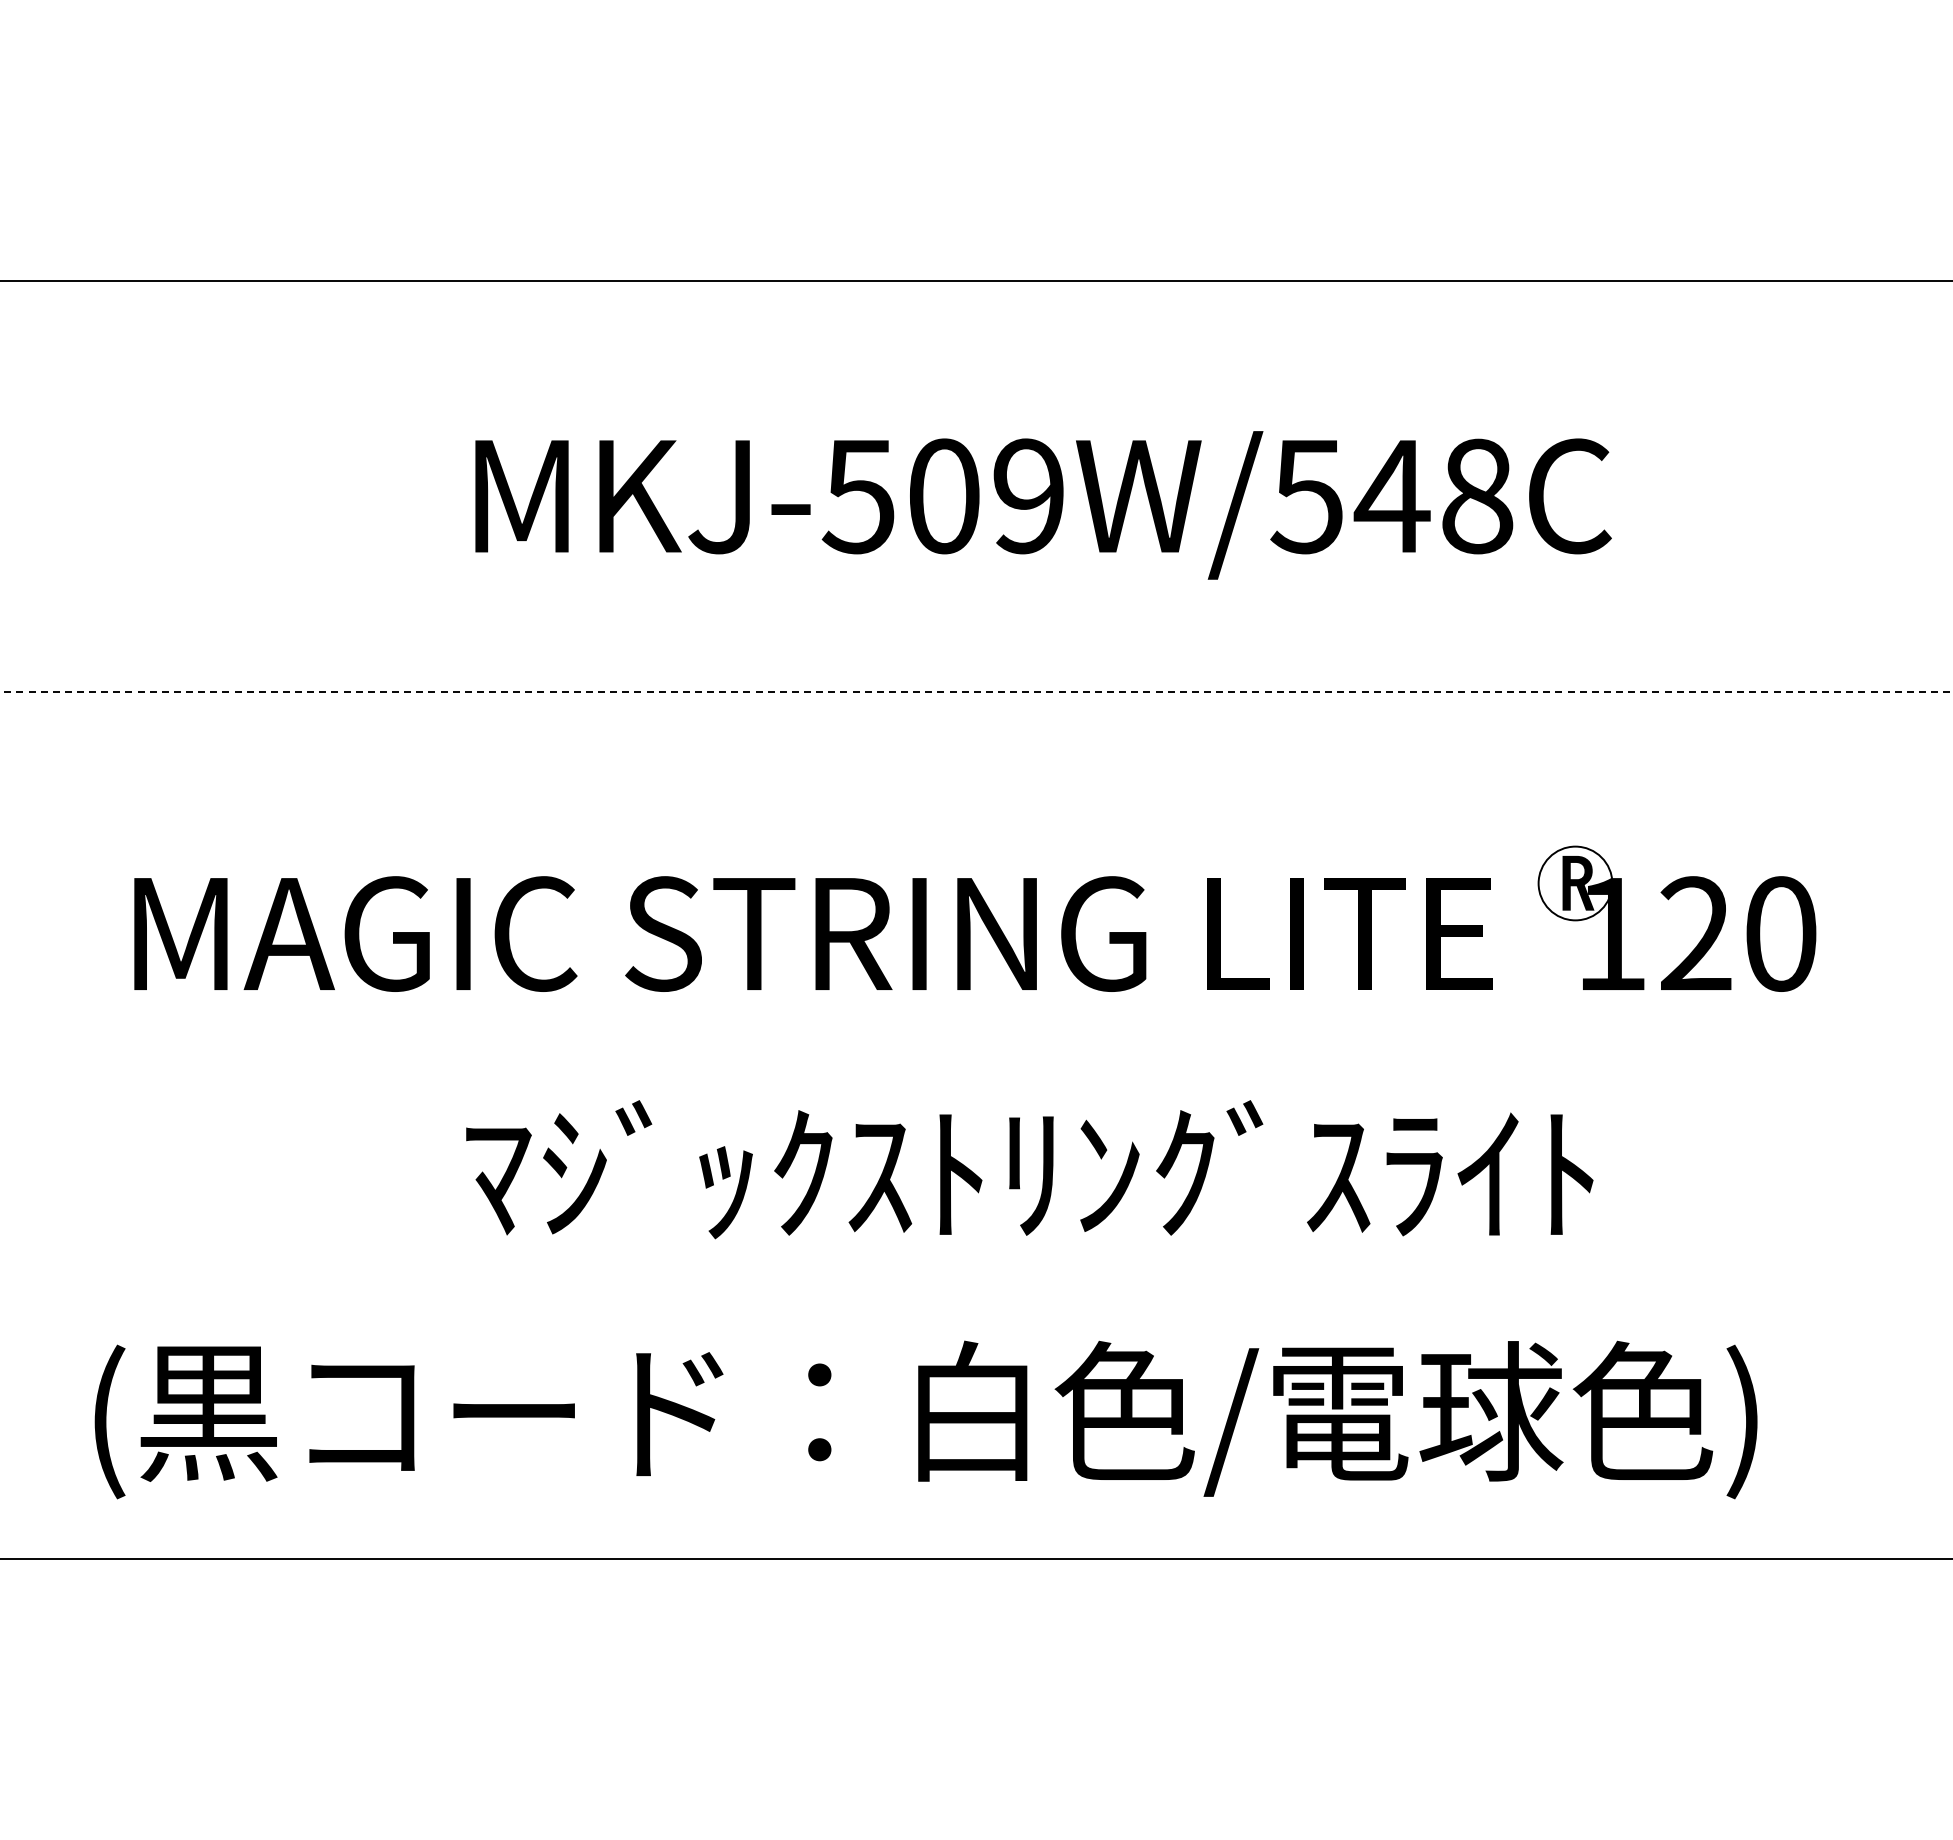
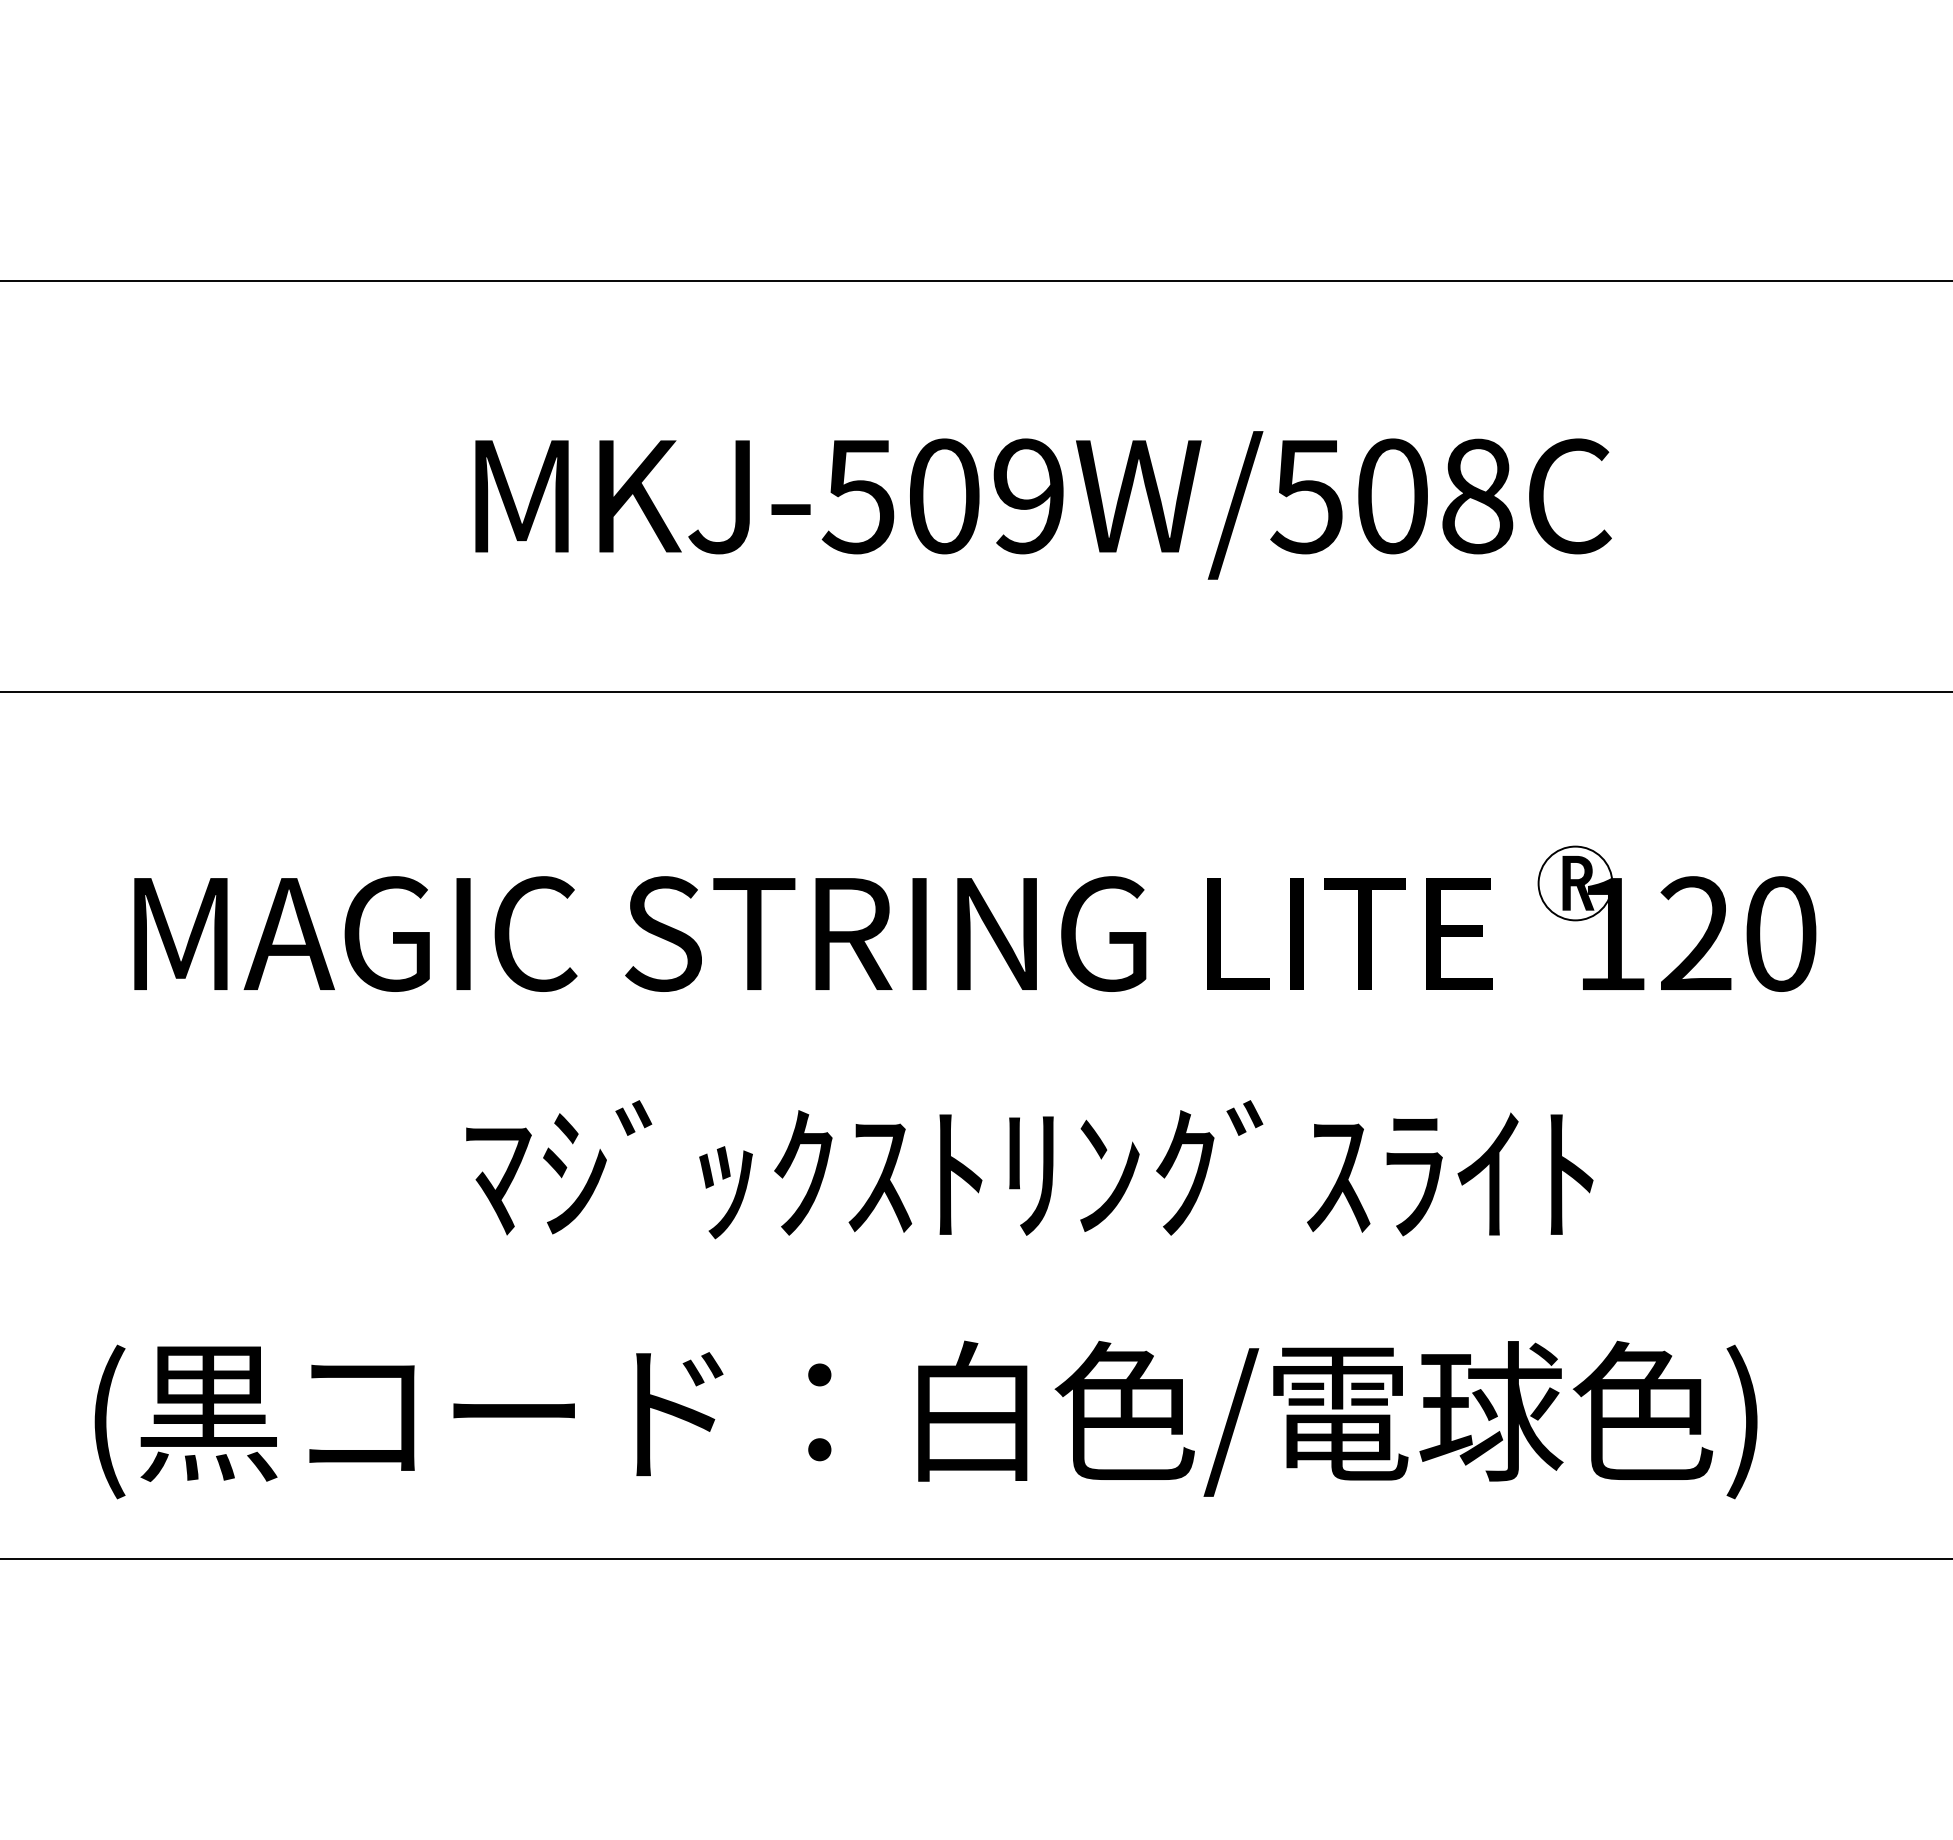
text at (1391, 496): MKJ-509W/548C -> MKJ-509W/508C
line at (976, 692): dashed -> solid
